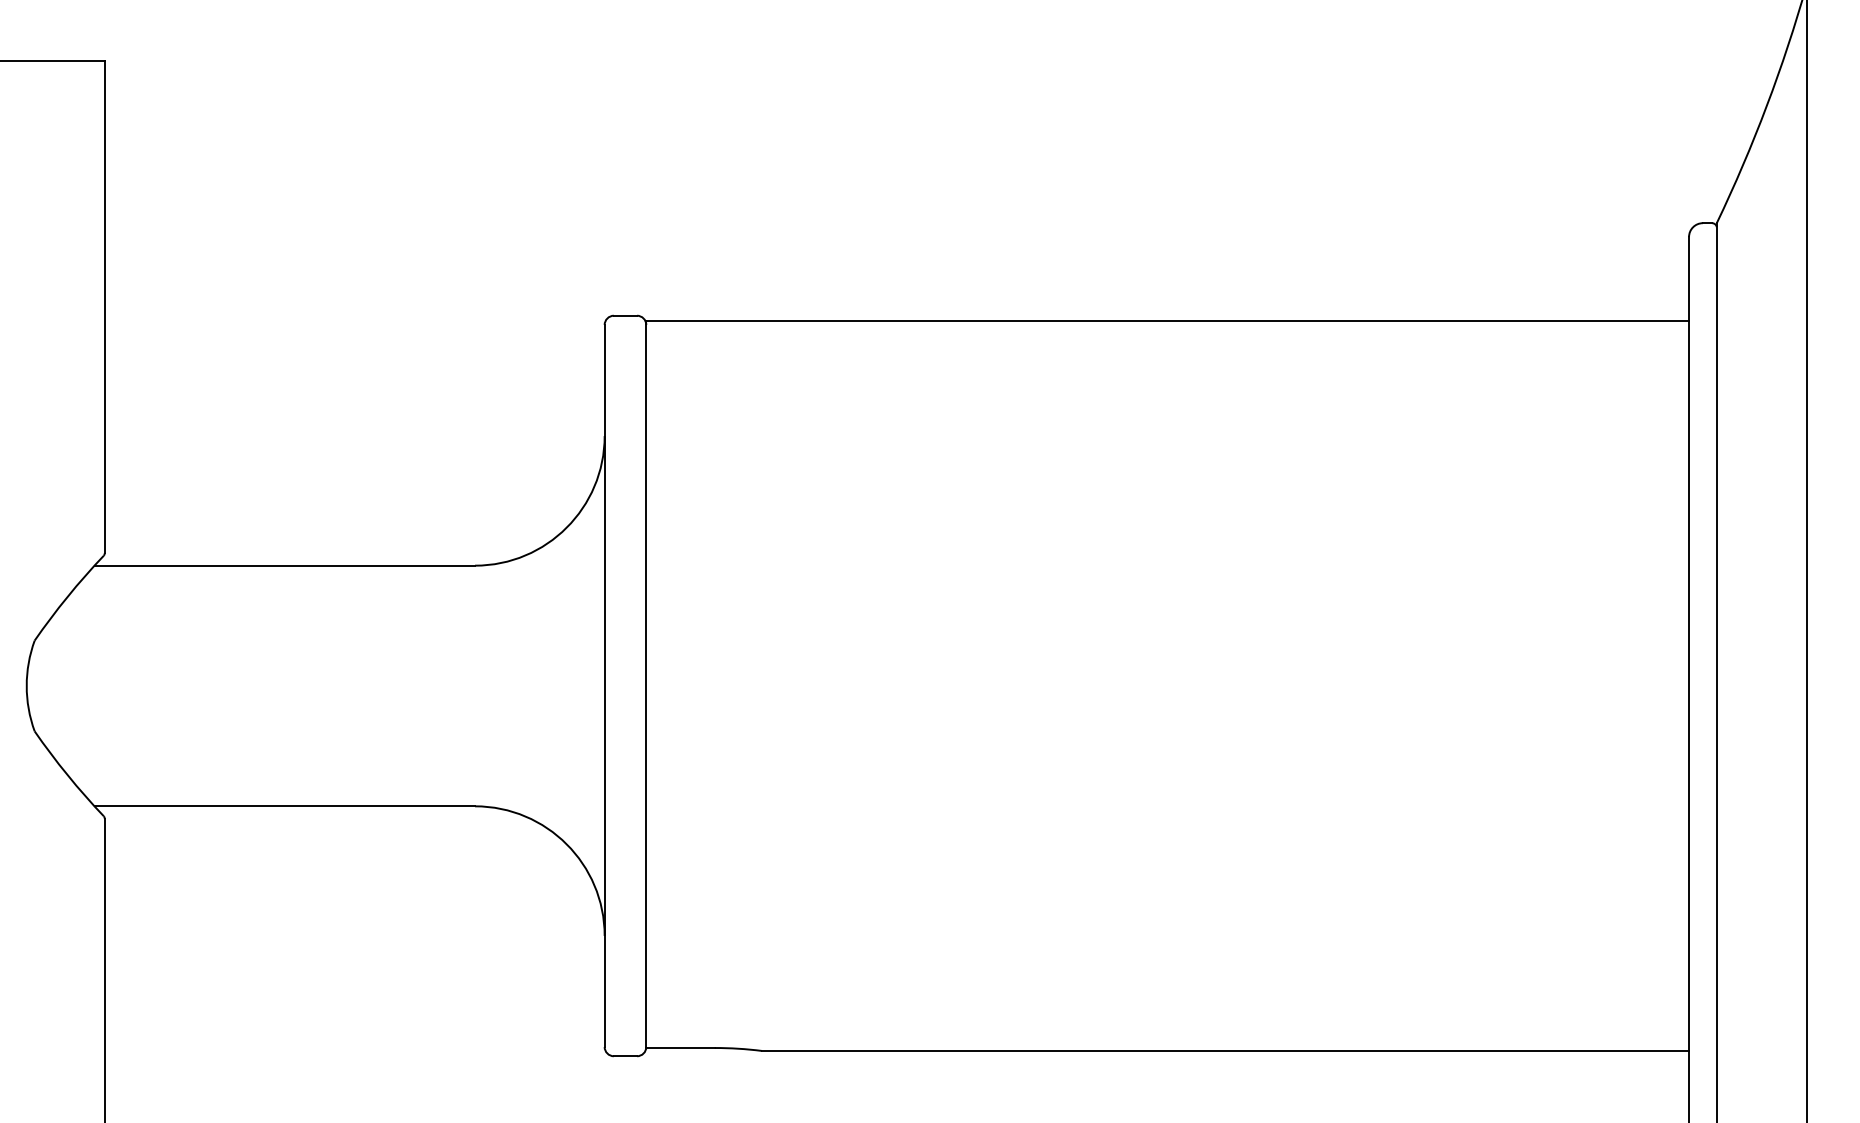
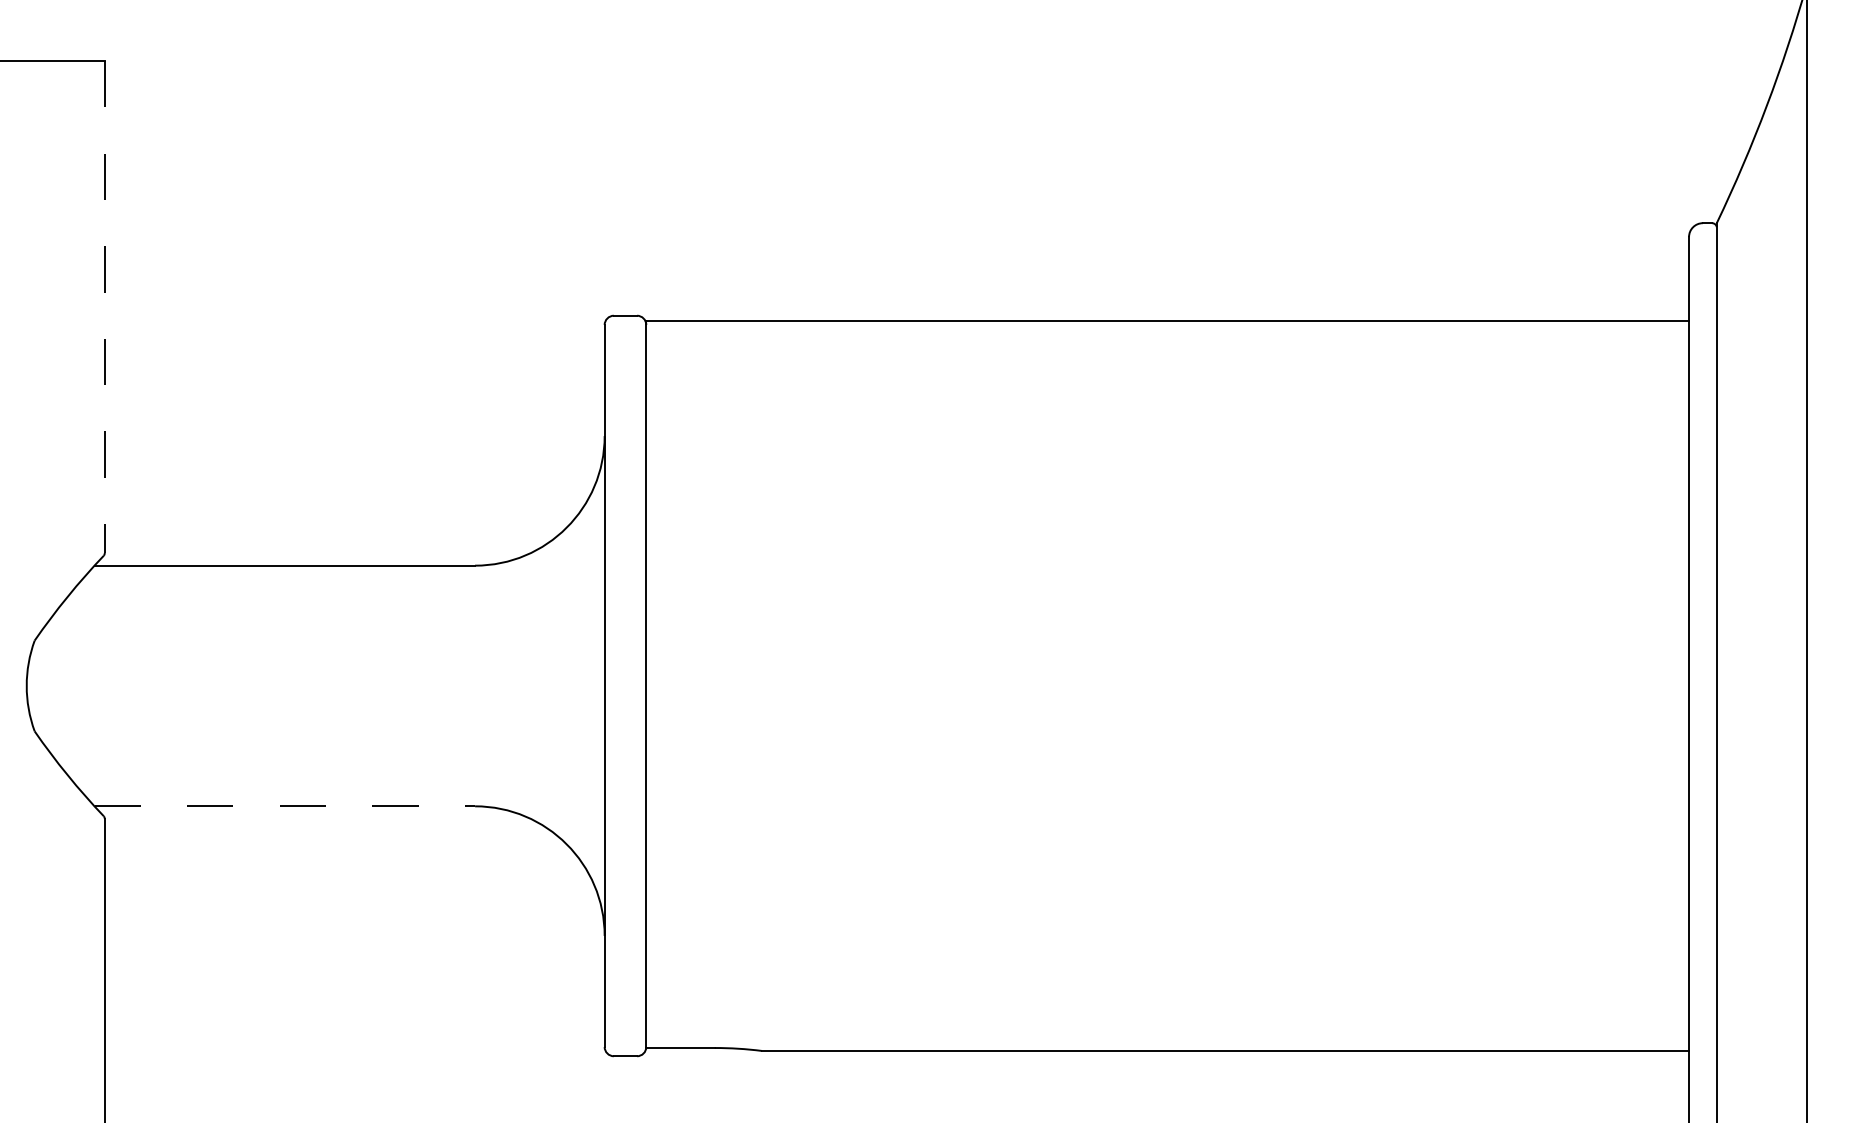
line at (104, 307): solid -> dashed
line at (285, 806): solid -> dashed
